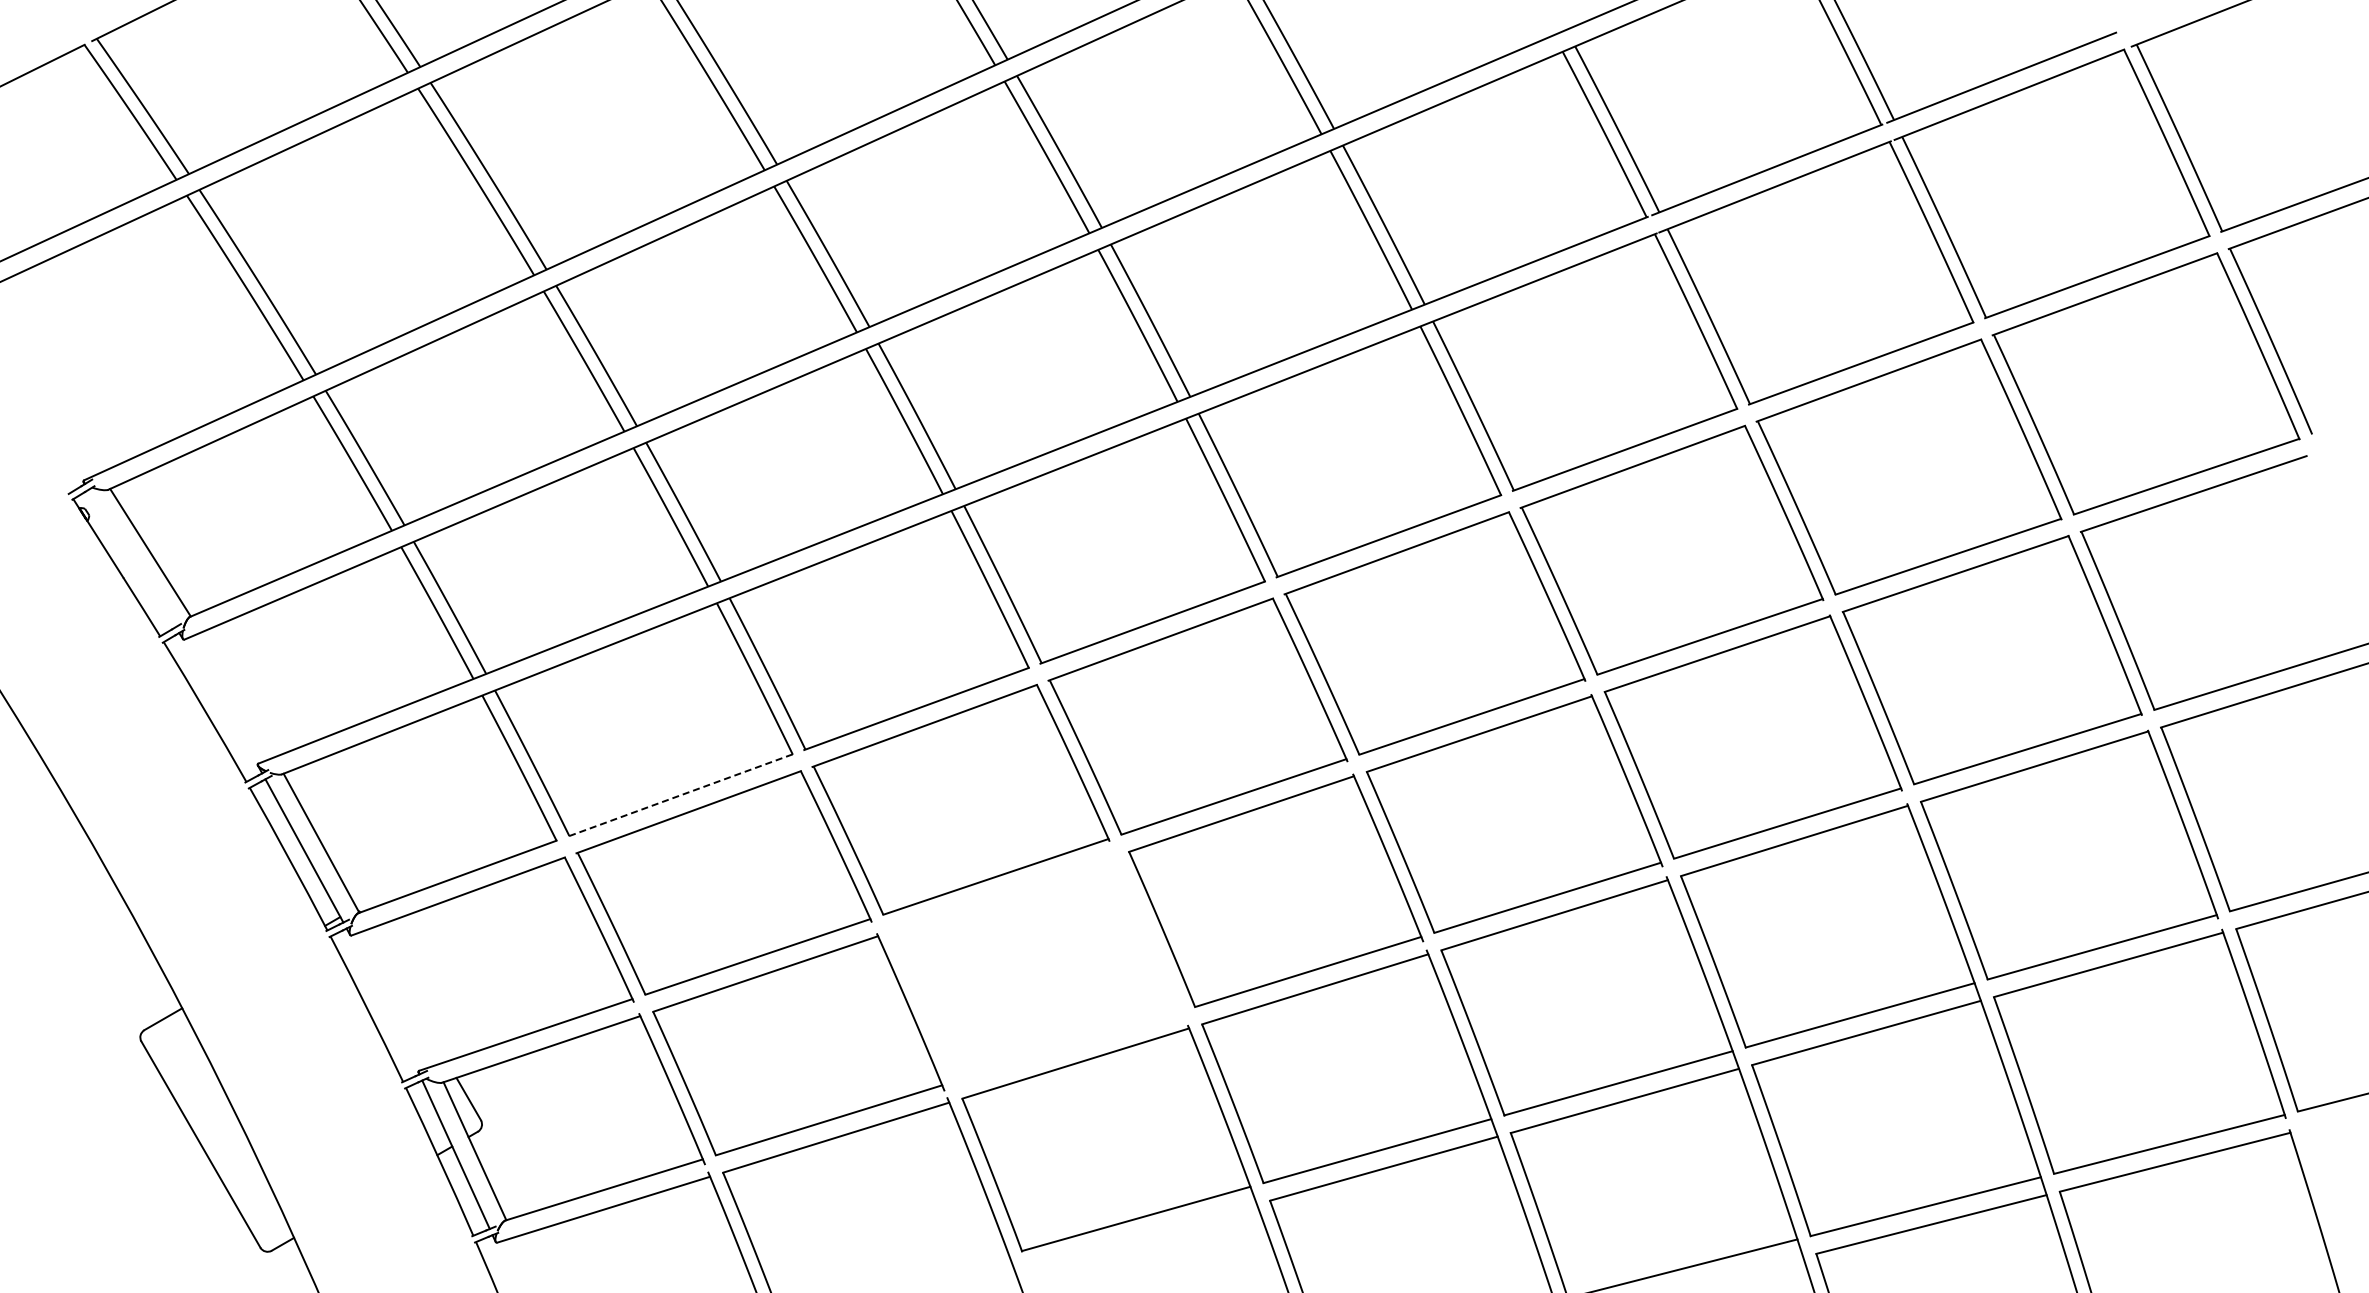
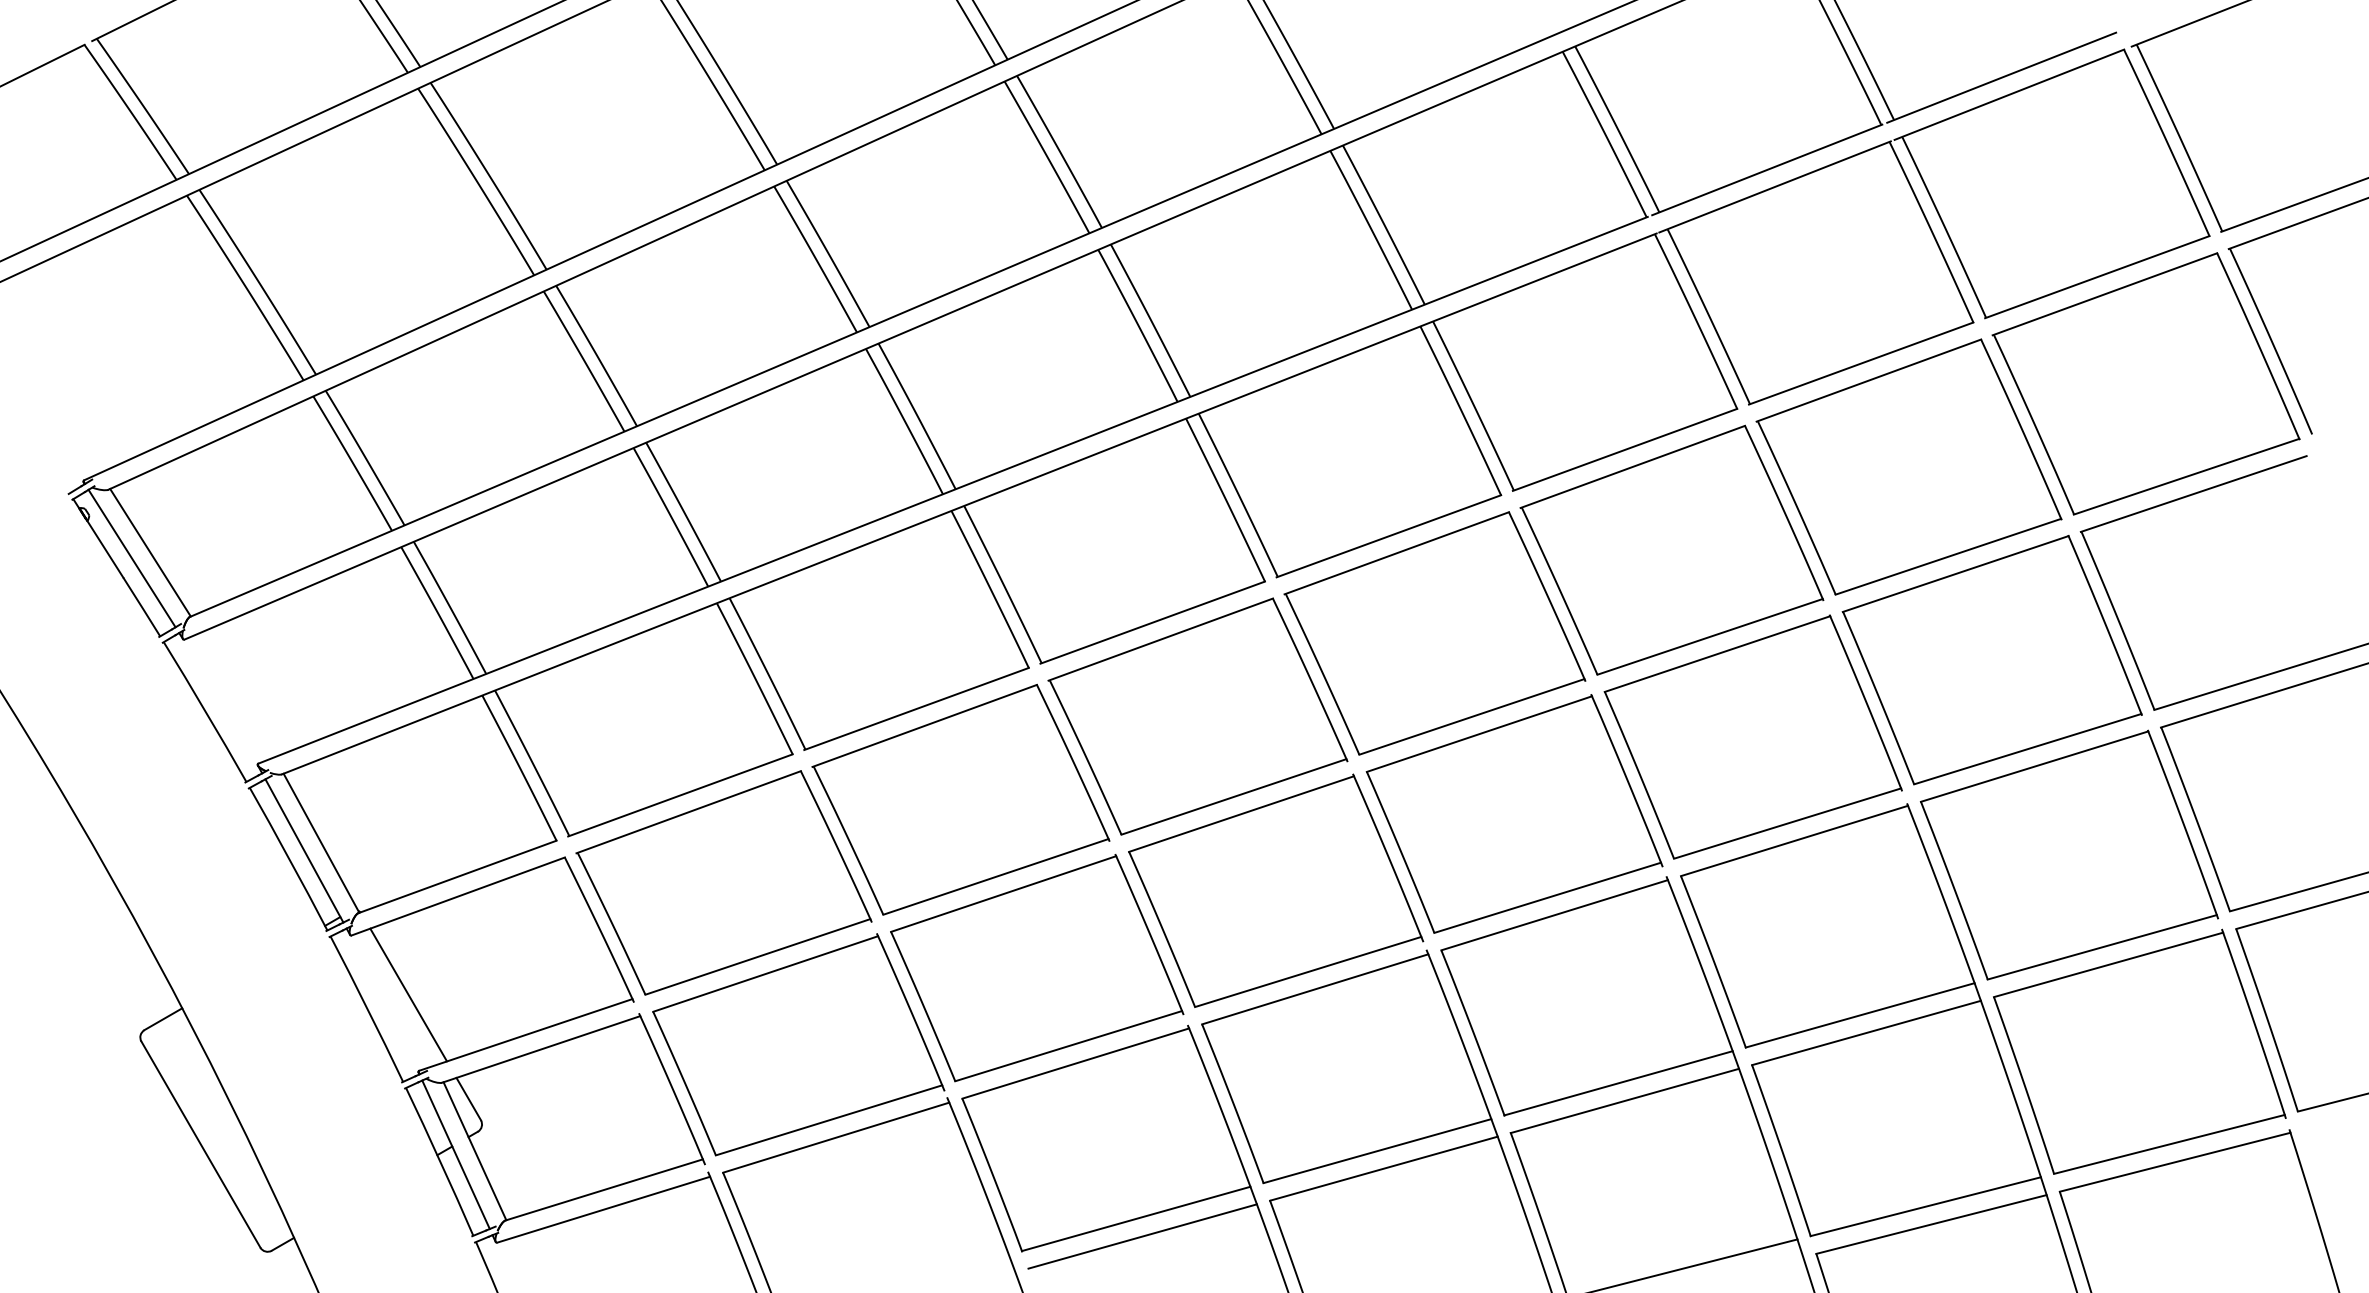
line at (131, 558): none -> present
line at (680, 795): dashed -> solid
part at (1037, 968): none -> present
line at (408, 994): none -> present
line at (1142, 1236): none -> present
